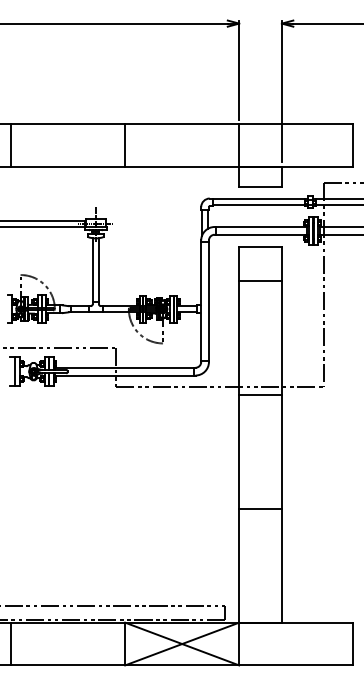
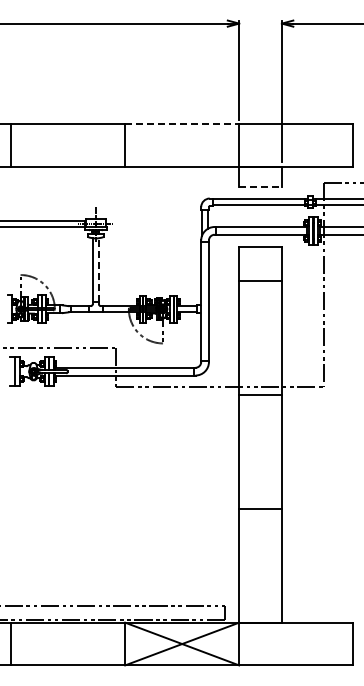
line at (182, 124): solid -> dashed
line at (261, 186): solid -> dashed
line at (98, 270): solid -> dashed
